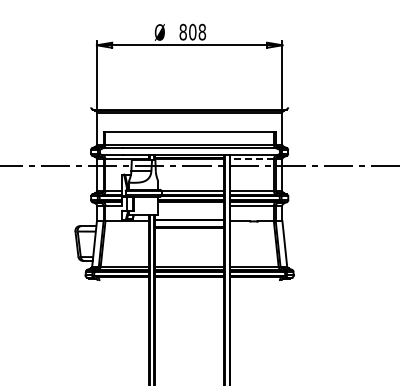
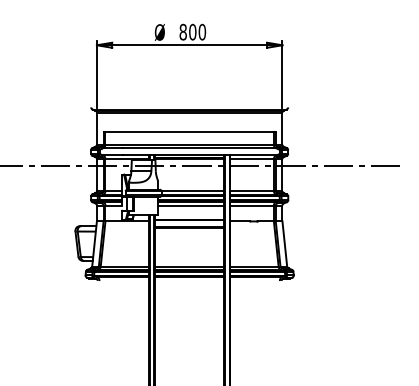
text at (202, 32): 808 -> 800
line at (252, 159): dashed -> solid
line at (191, 205): none -> present
